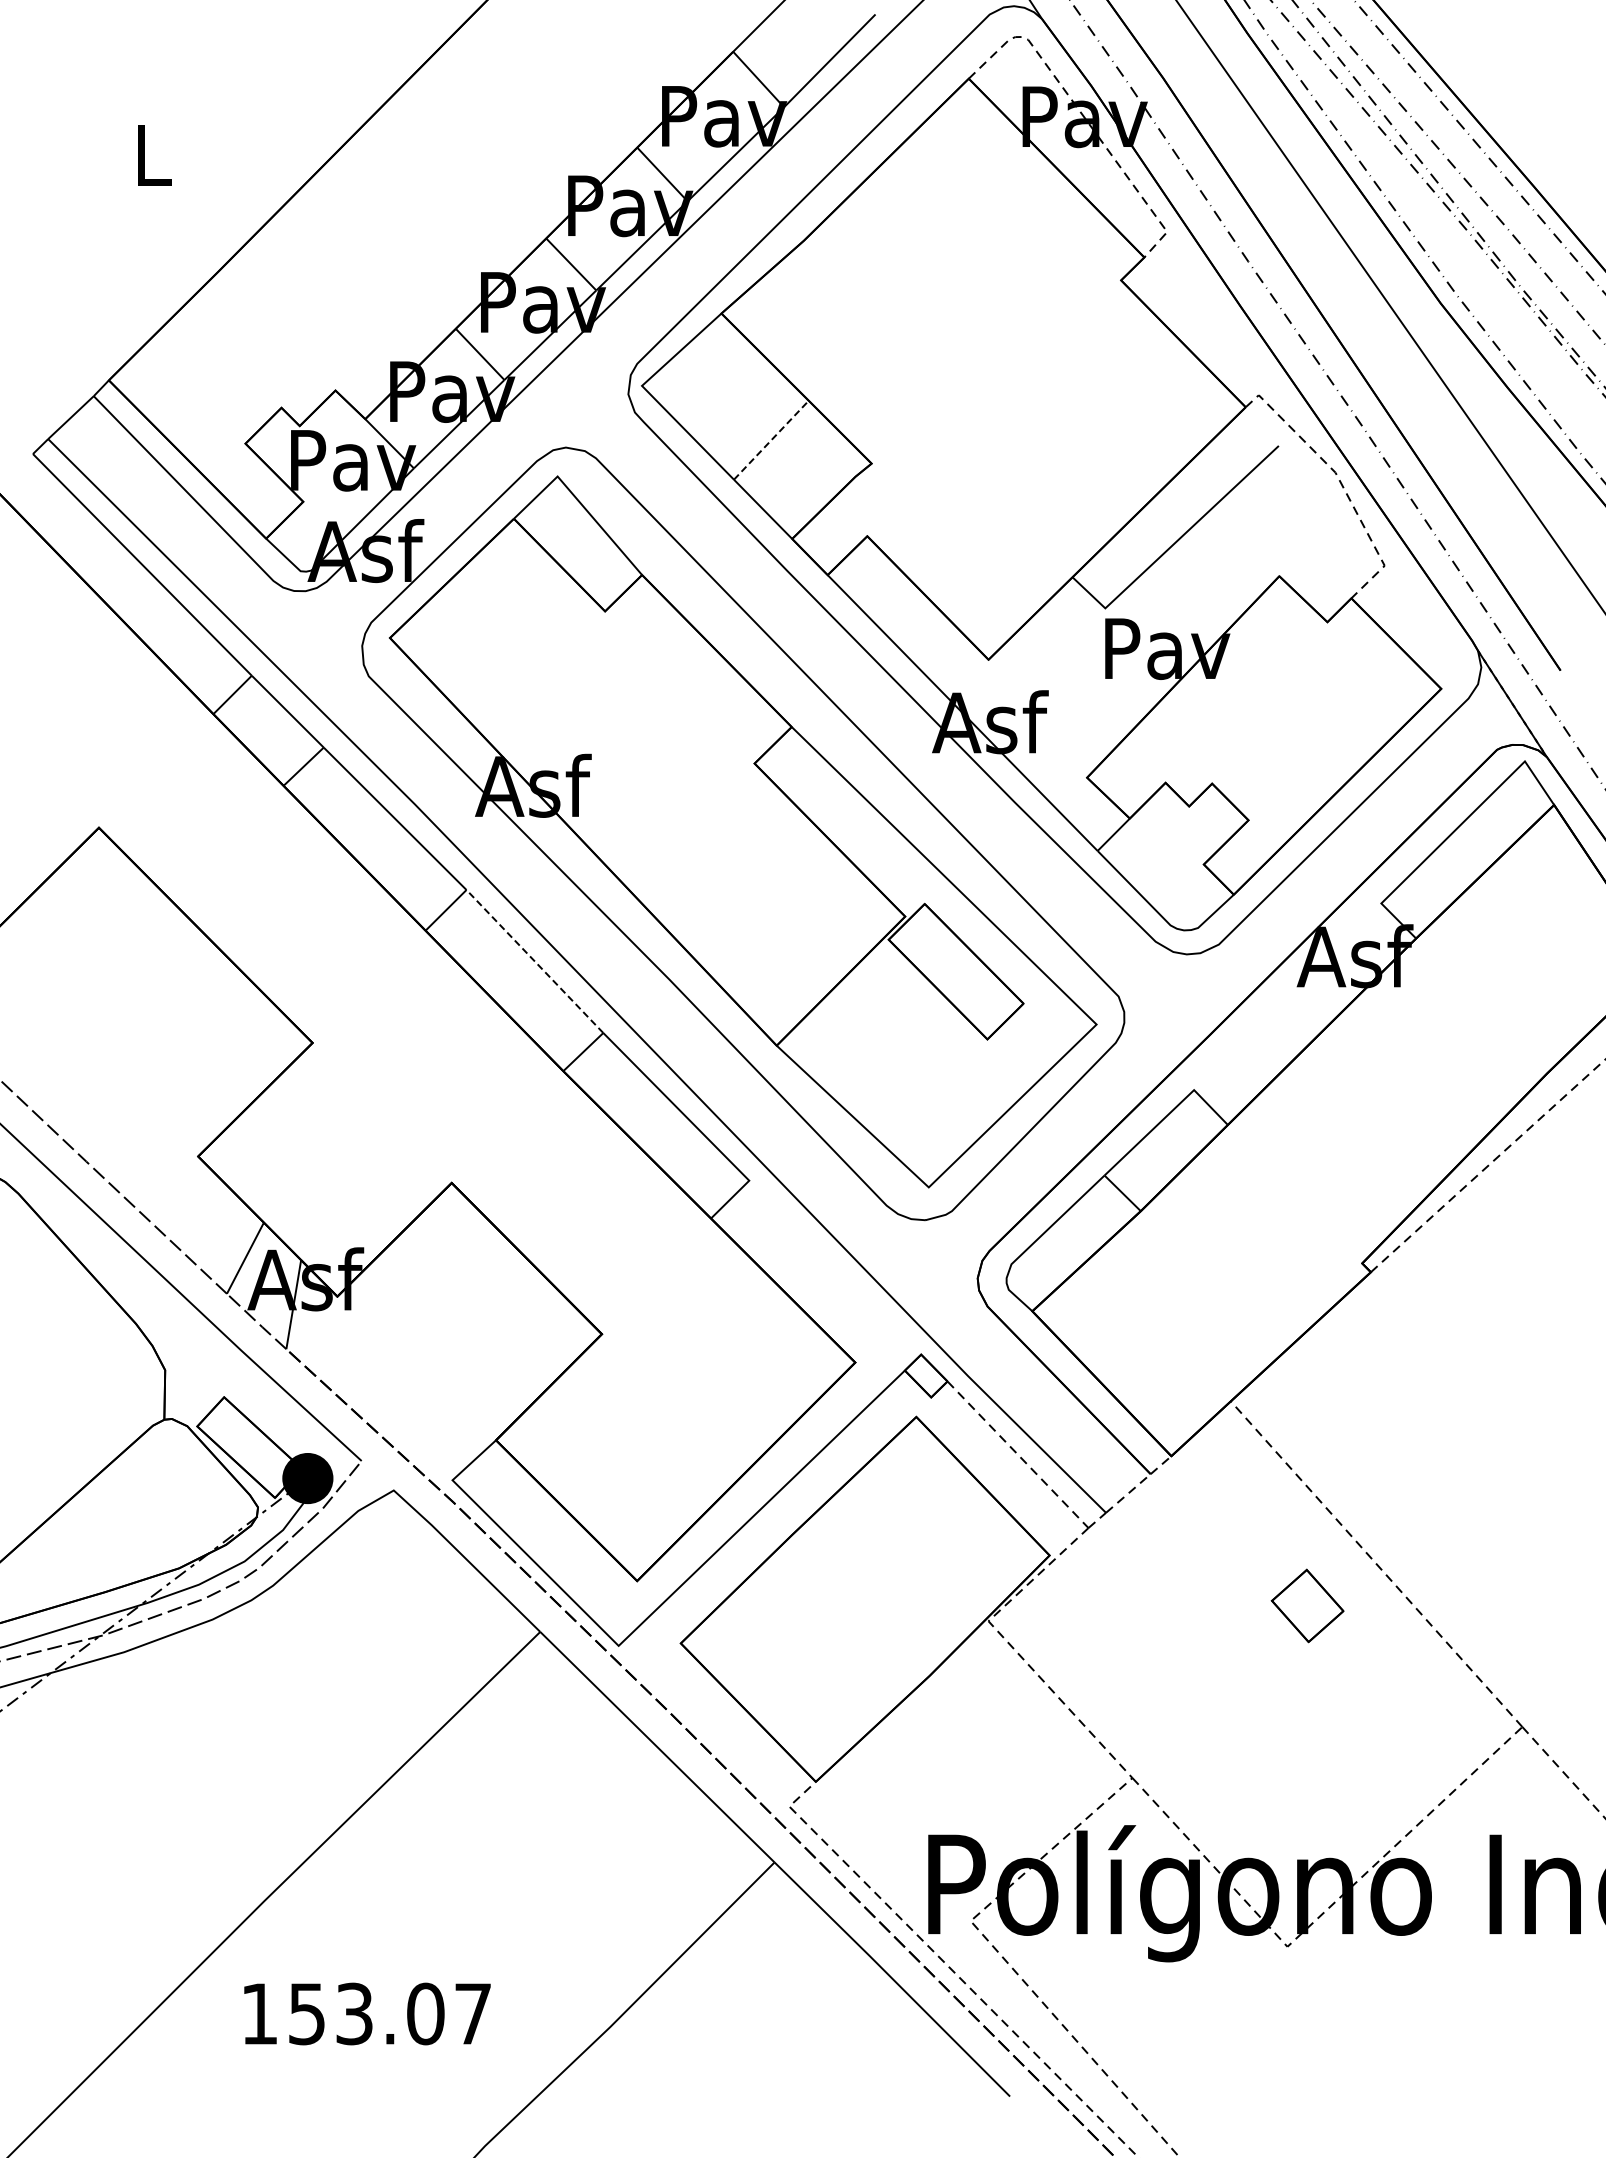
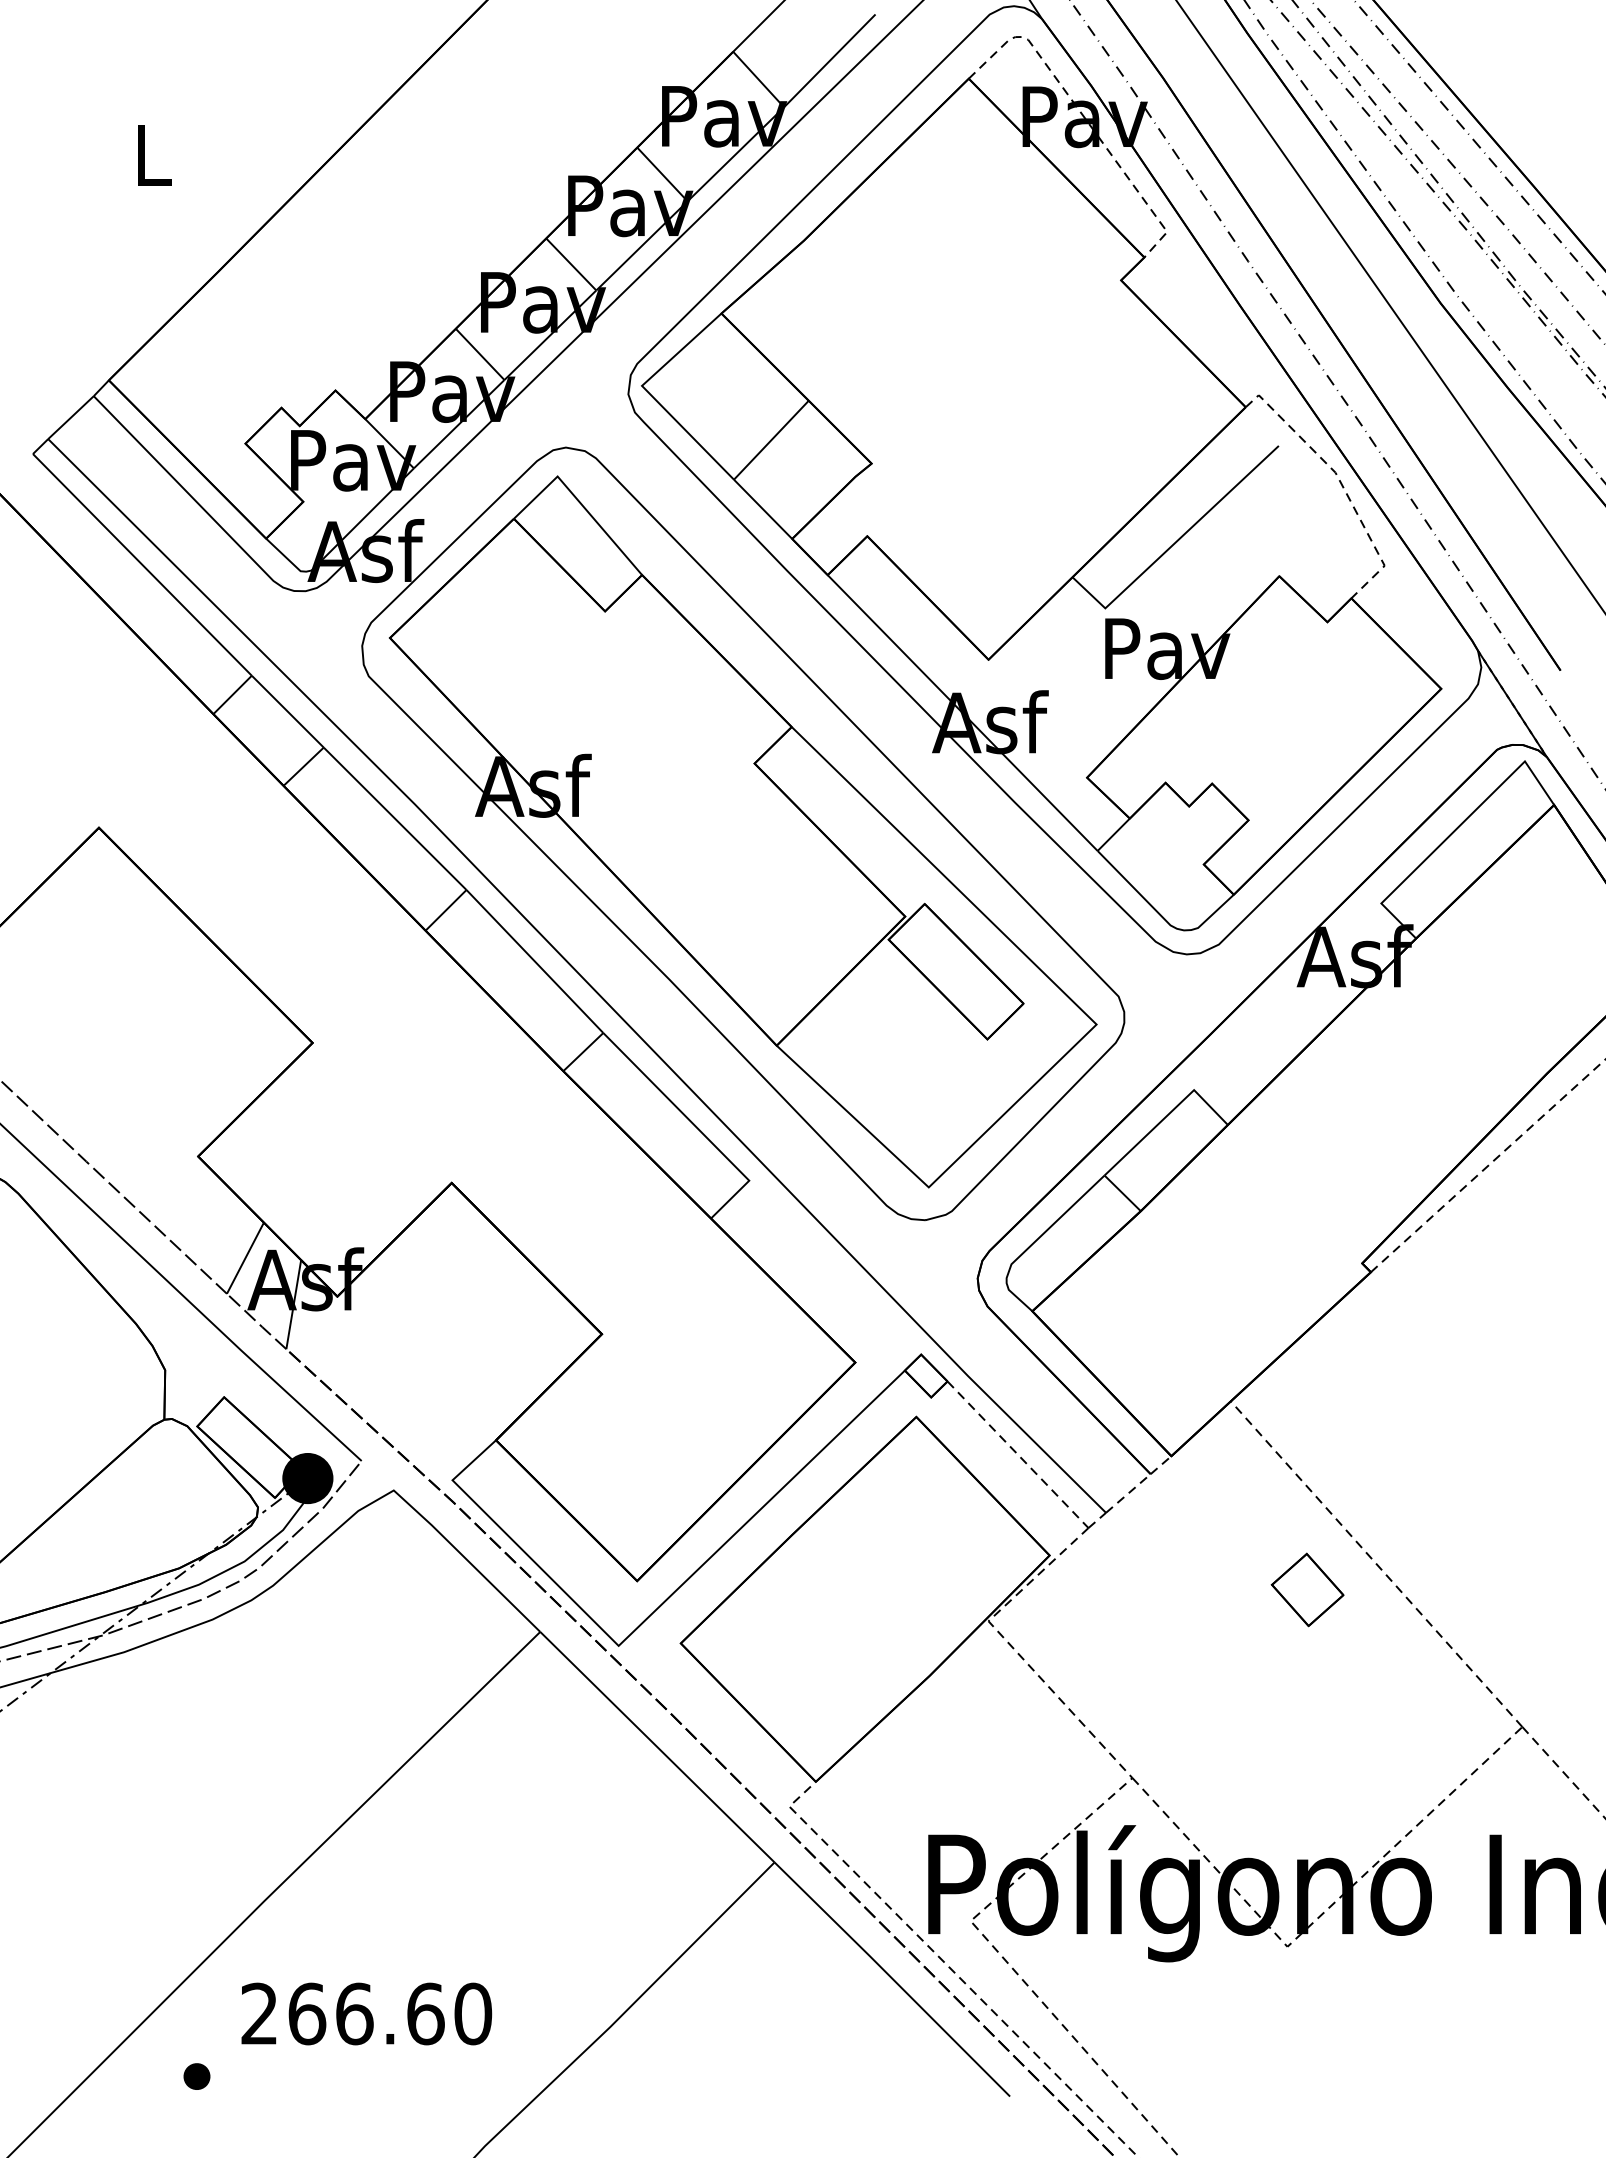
line at (771, 439): dashed -> solid
line at (534, 961): dashed -> solid
part at (1307, 1605) position: (1307, 1605) -> (1307, 1589)
text at (366, 2013): 153.07 -> 266.60
part at (196, 2076): none -> present
